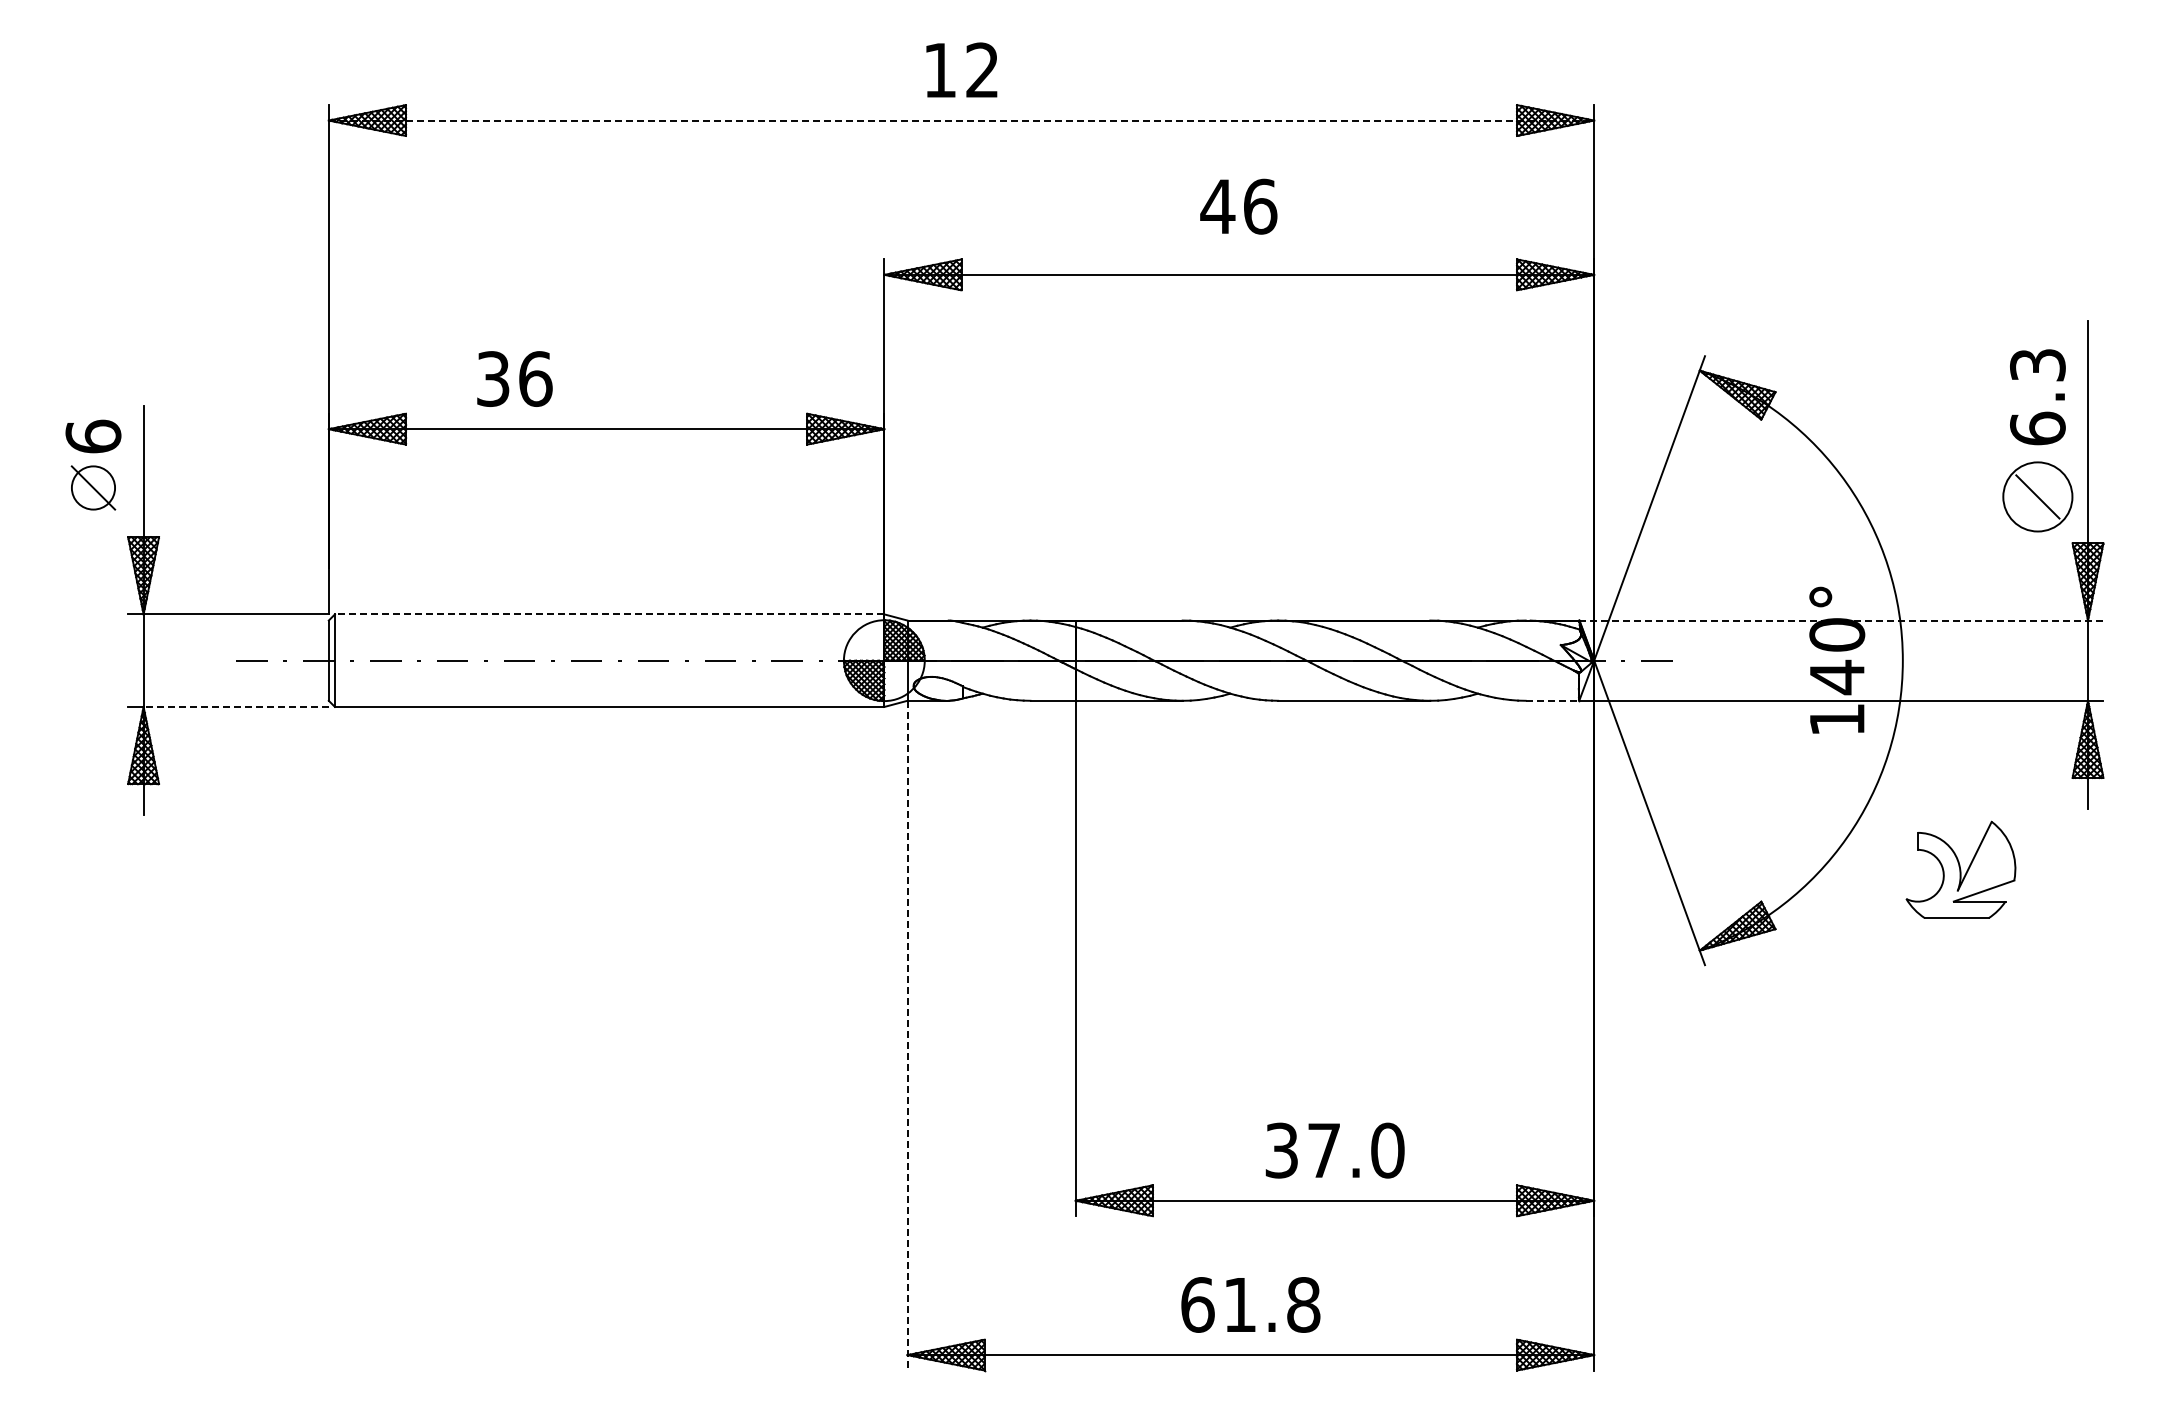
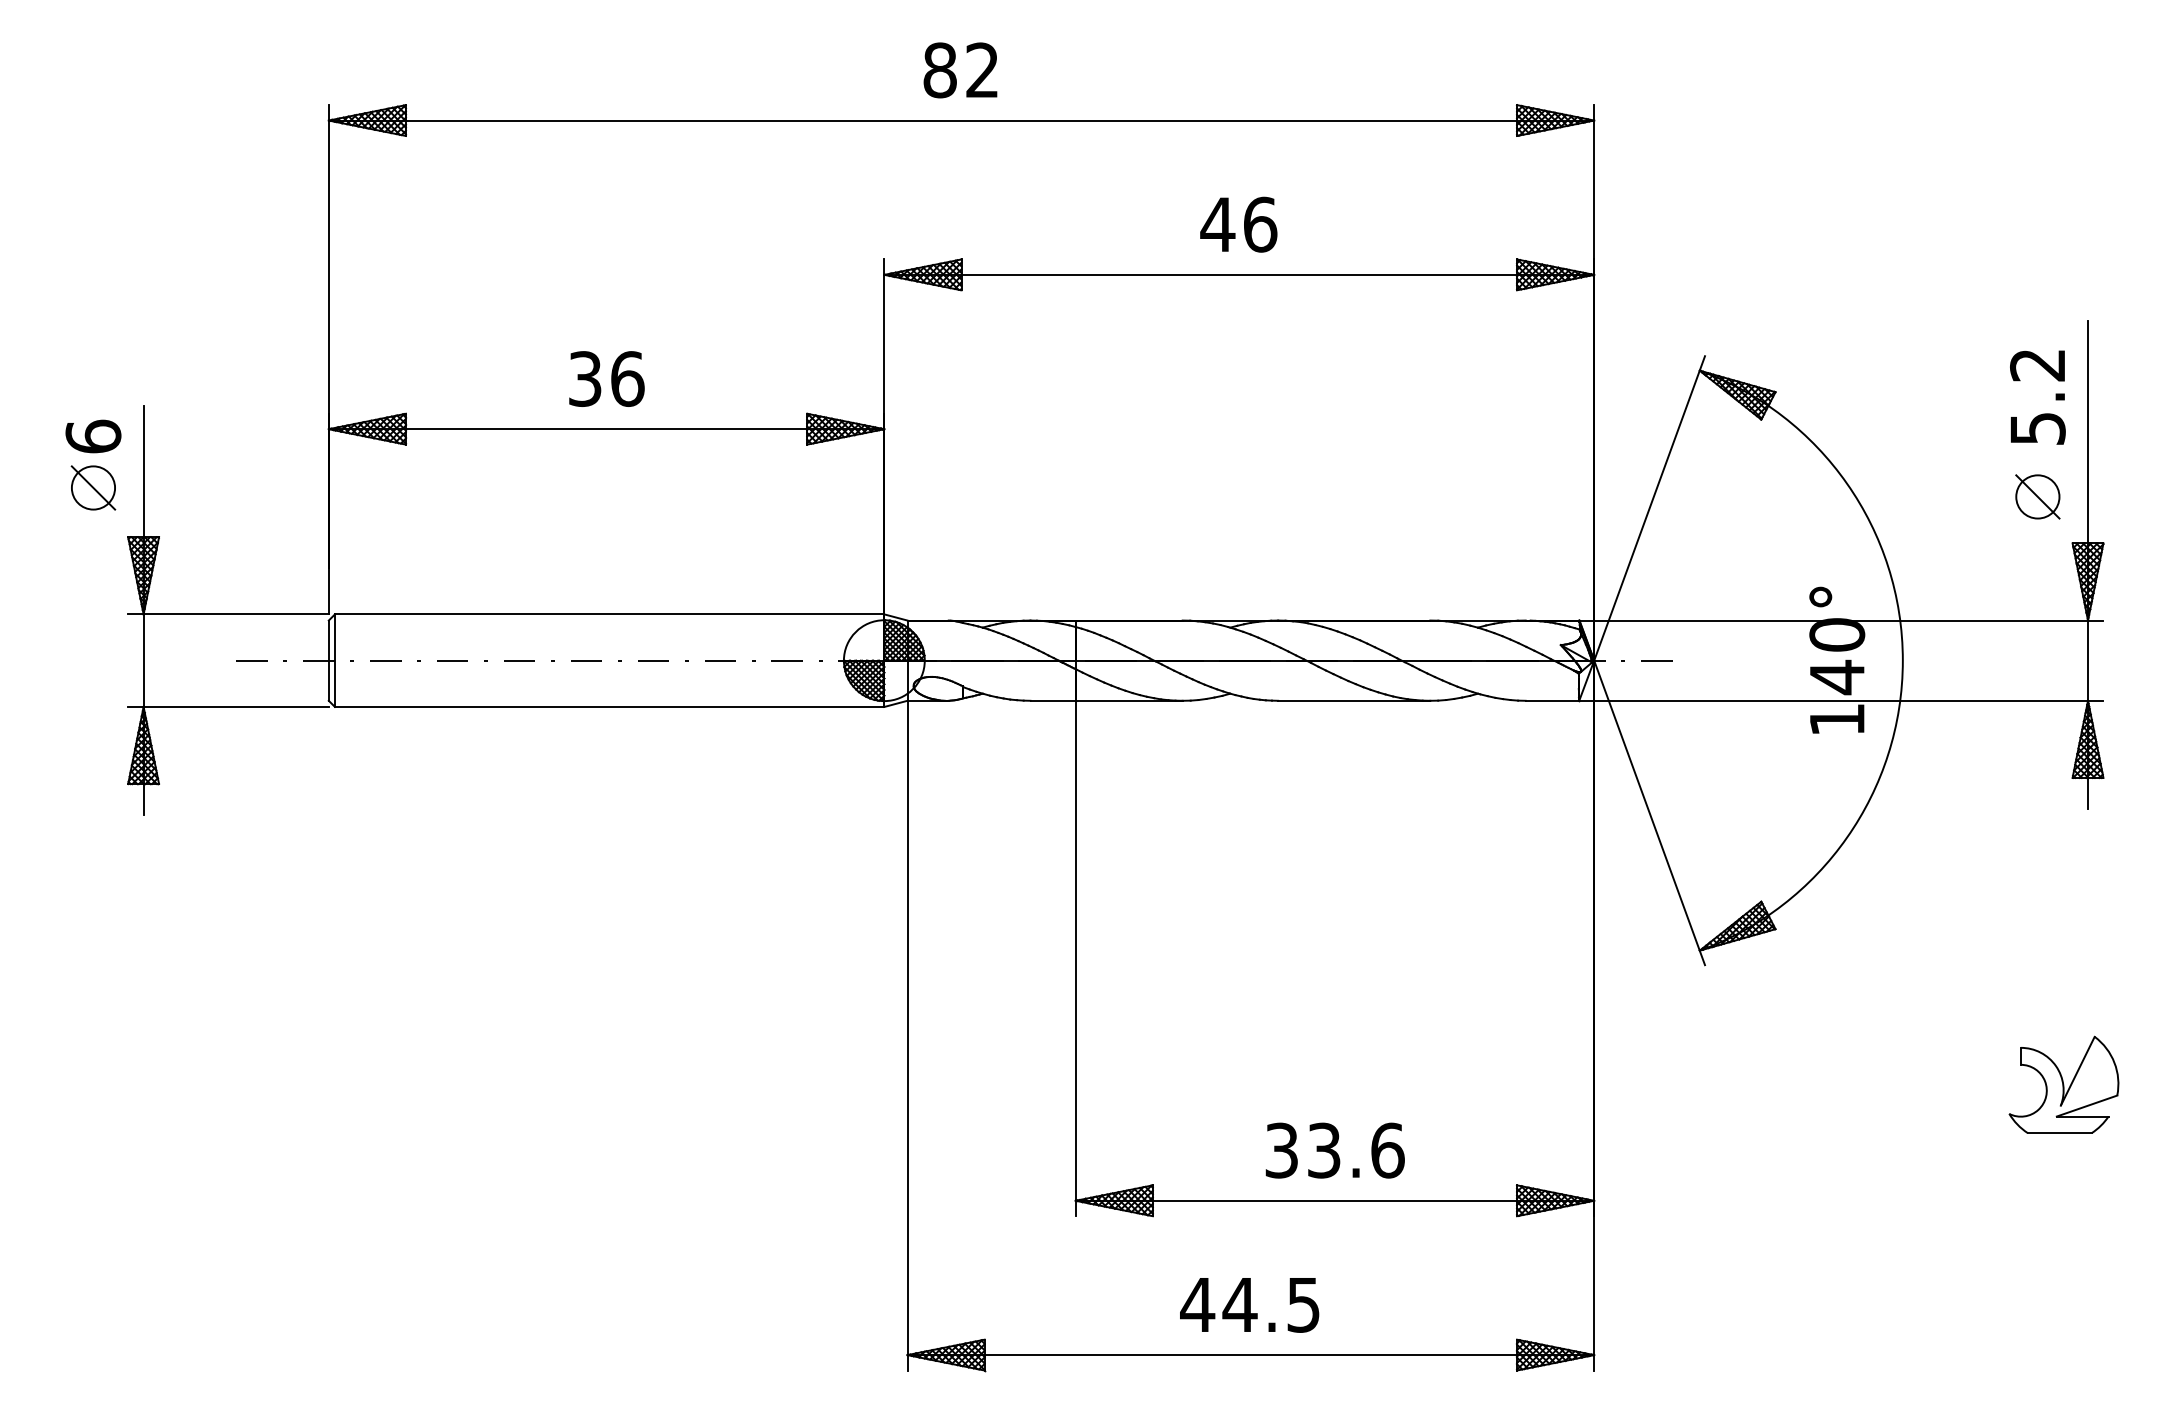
text at (939, 70): 12 -> 82
line at (961, 120): dashed -> solid
text at (1238, 206) position: (1238, 206) -> (1238, 224)
text at (514, 378) position: (514, 378) -> (606, 378)
text at (2037, 397): 6.3 -> 5.2
circle at (2037, 496) diameter: 69 px -> 43 px
line at (609, 614): dashed -> solid
line at (1841, 620): dashed -> solid
line at (1552, 700): dashed -> solid
line at (236, 706): dashed -> solid
part at (1960, 869) position: (1960, 869) -> (2063, 1084)
line at (907, 1035): dashed -> solid
text at (1356, 1150): 37.0 -> 33.6
text at (1250, 1304): 61.8 -> 44.5
